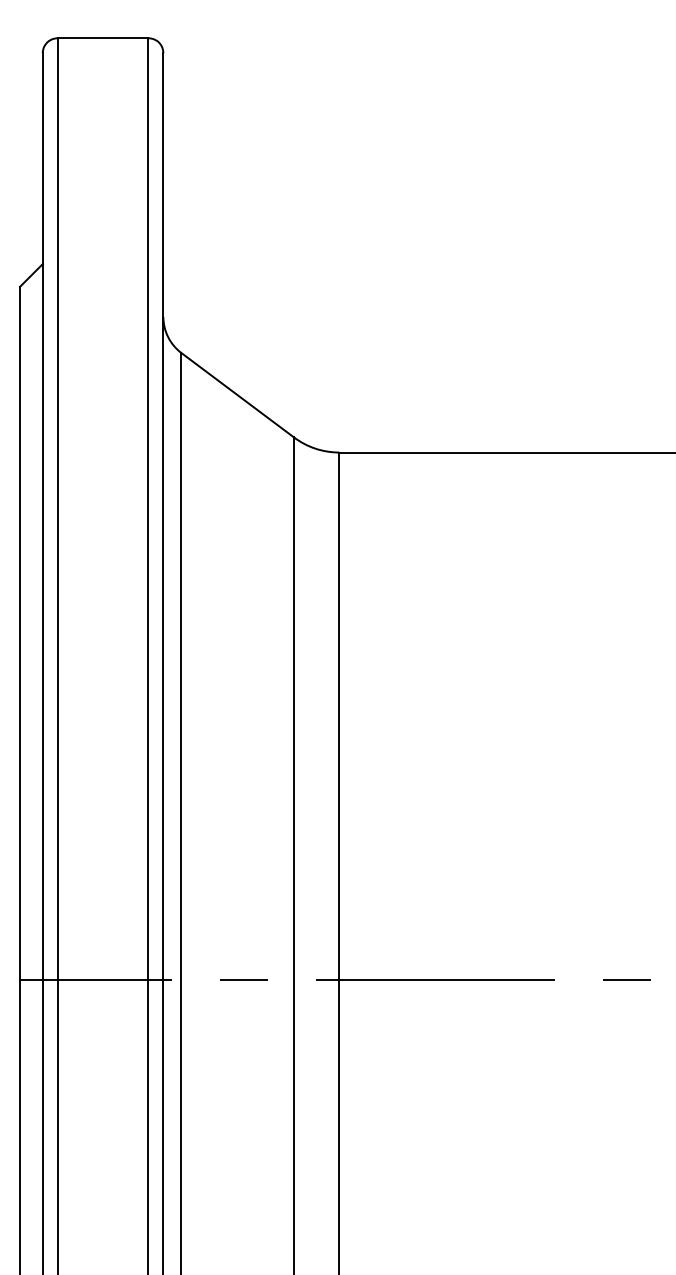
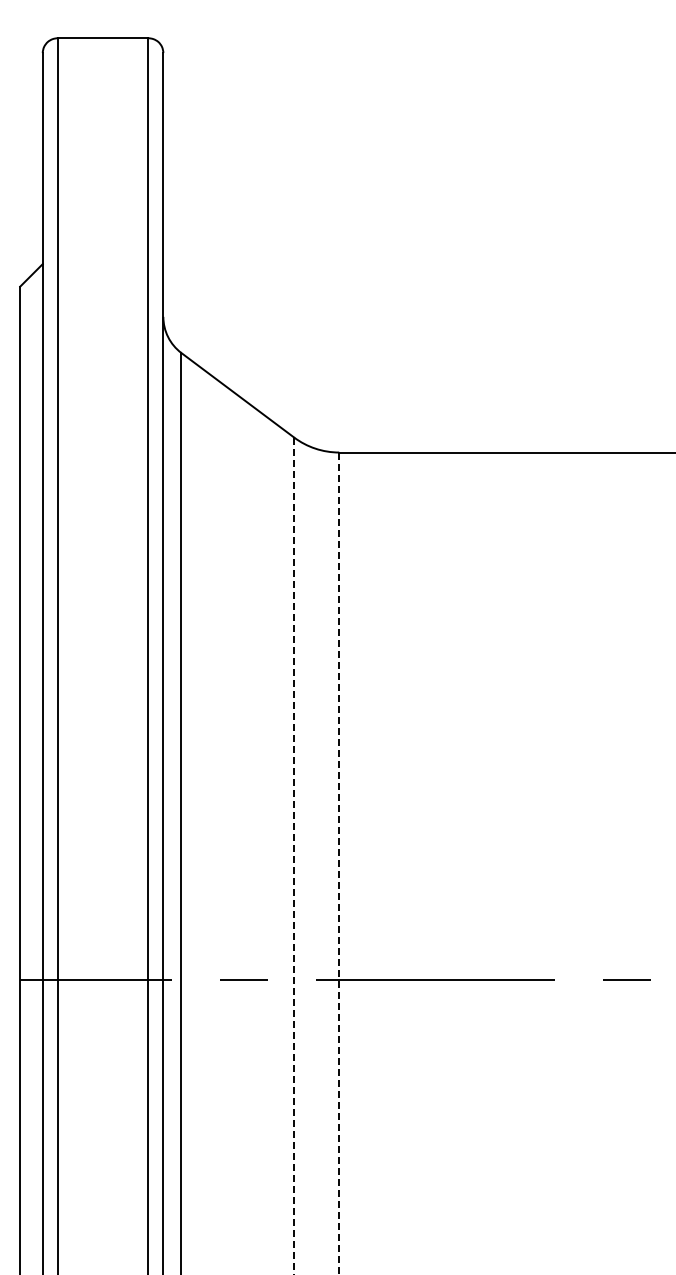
line at (294, 856): solid -> dashed
line at (339, 864): solid -> dashed
